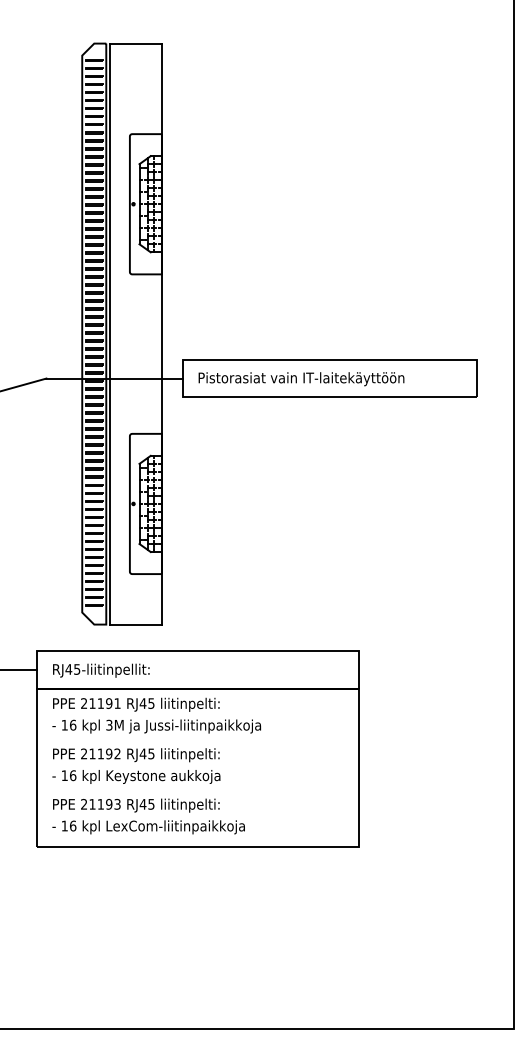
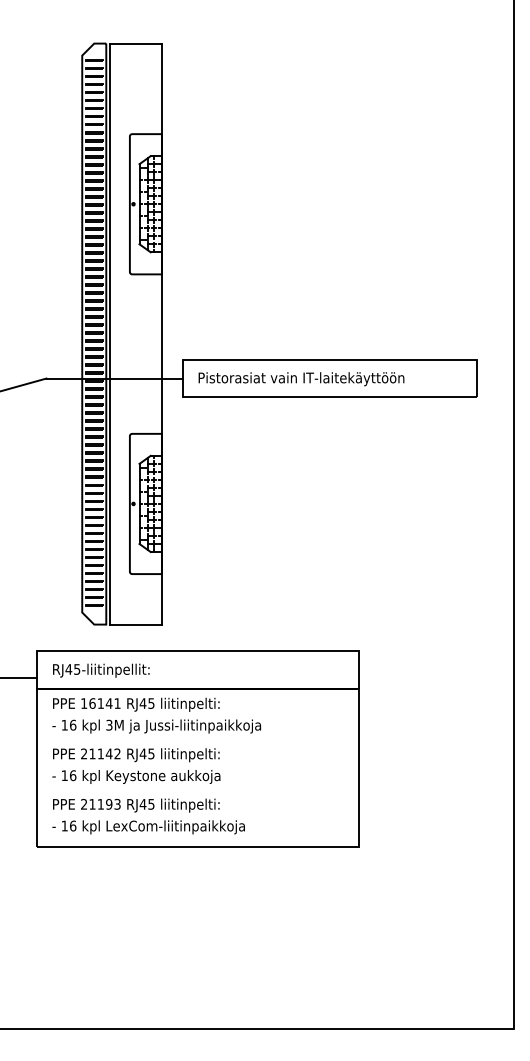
line at (19, 670) position: (19, 670) -> (19, 678)
text at (96, 703): 21191 -> 16141
text at (108, 753): 21192 -> 21142
